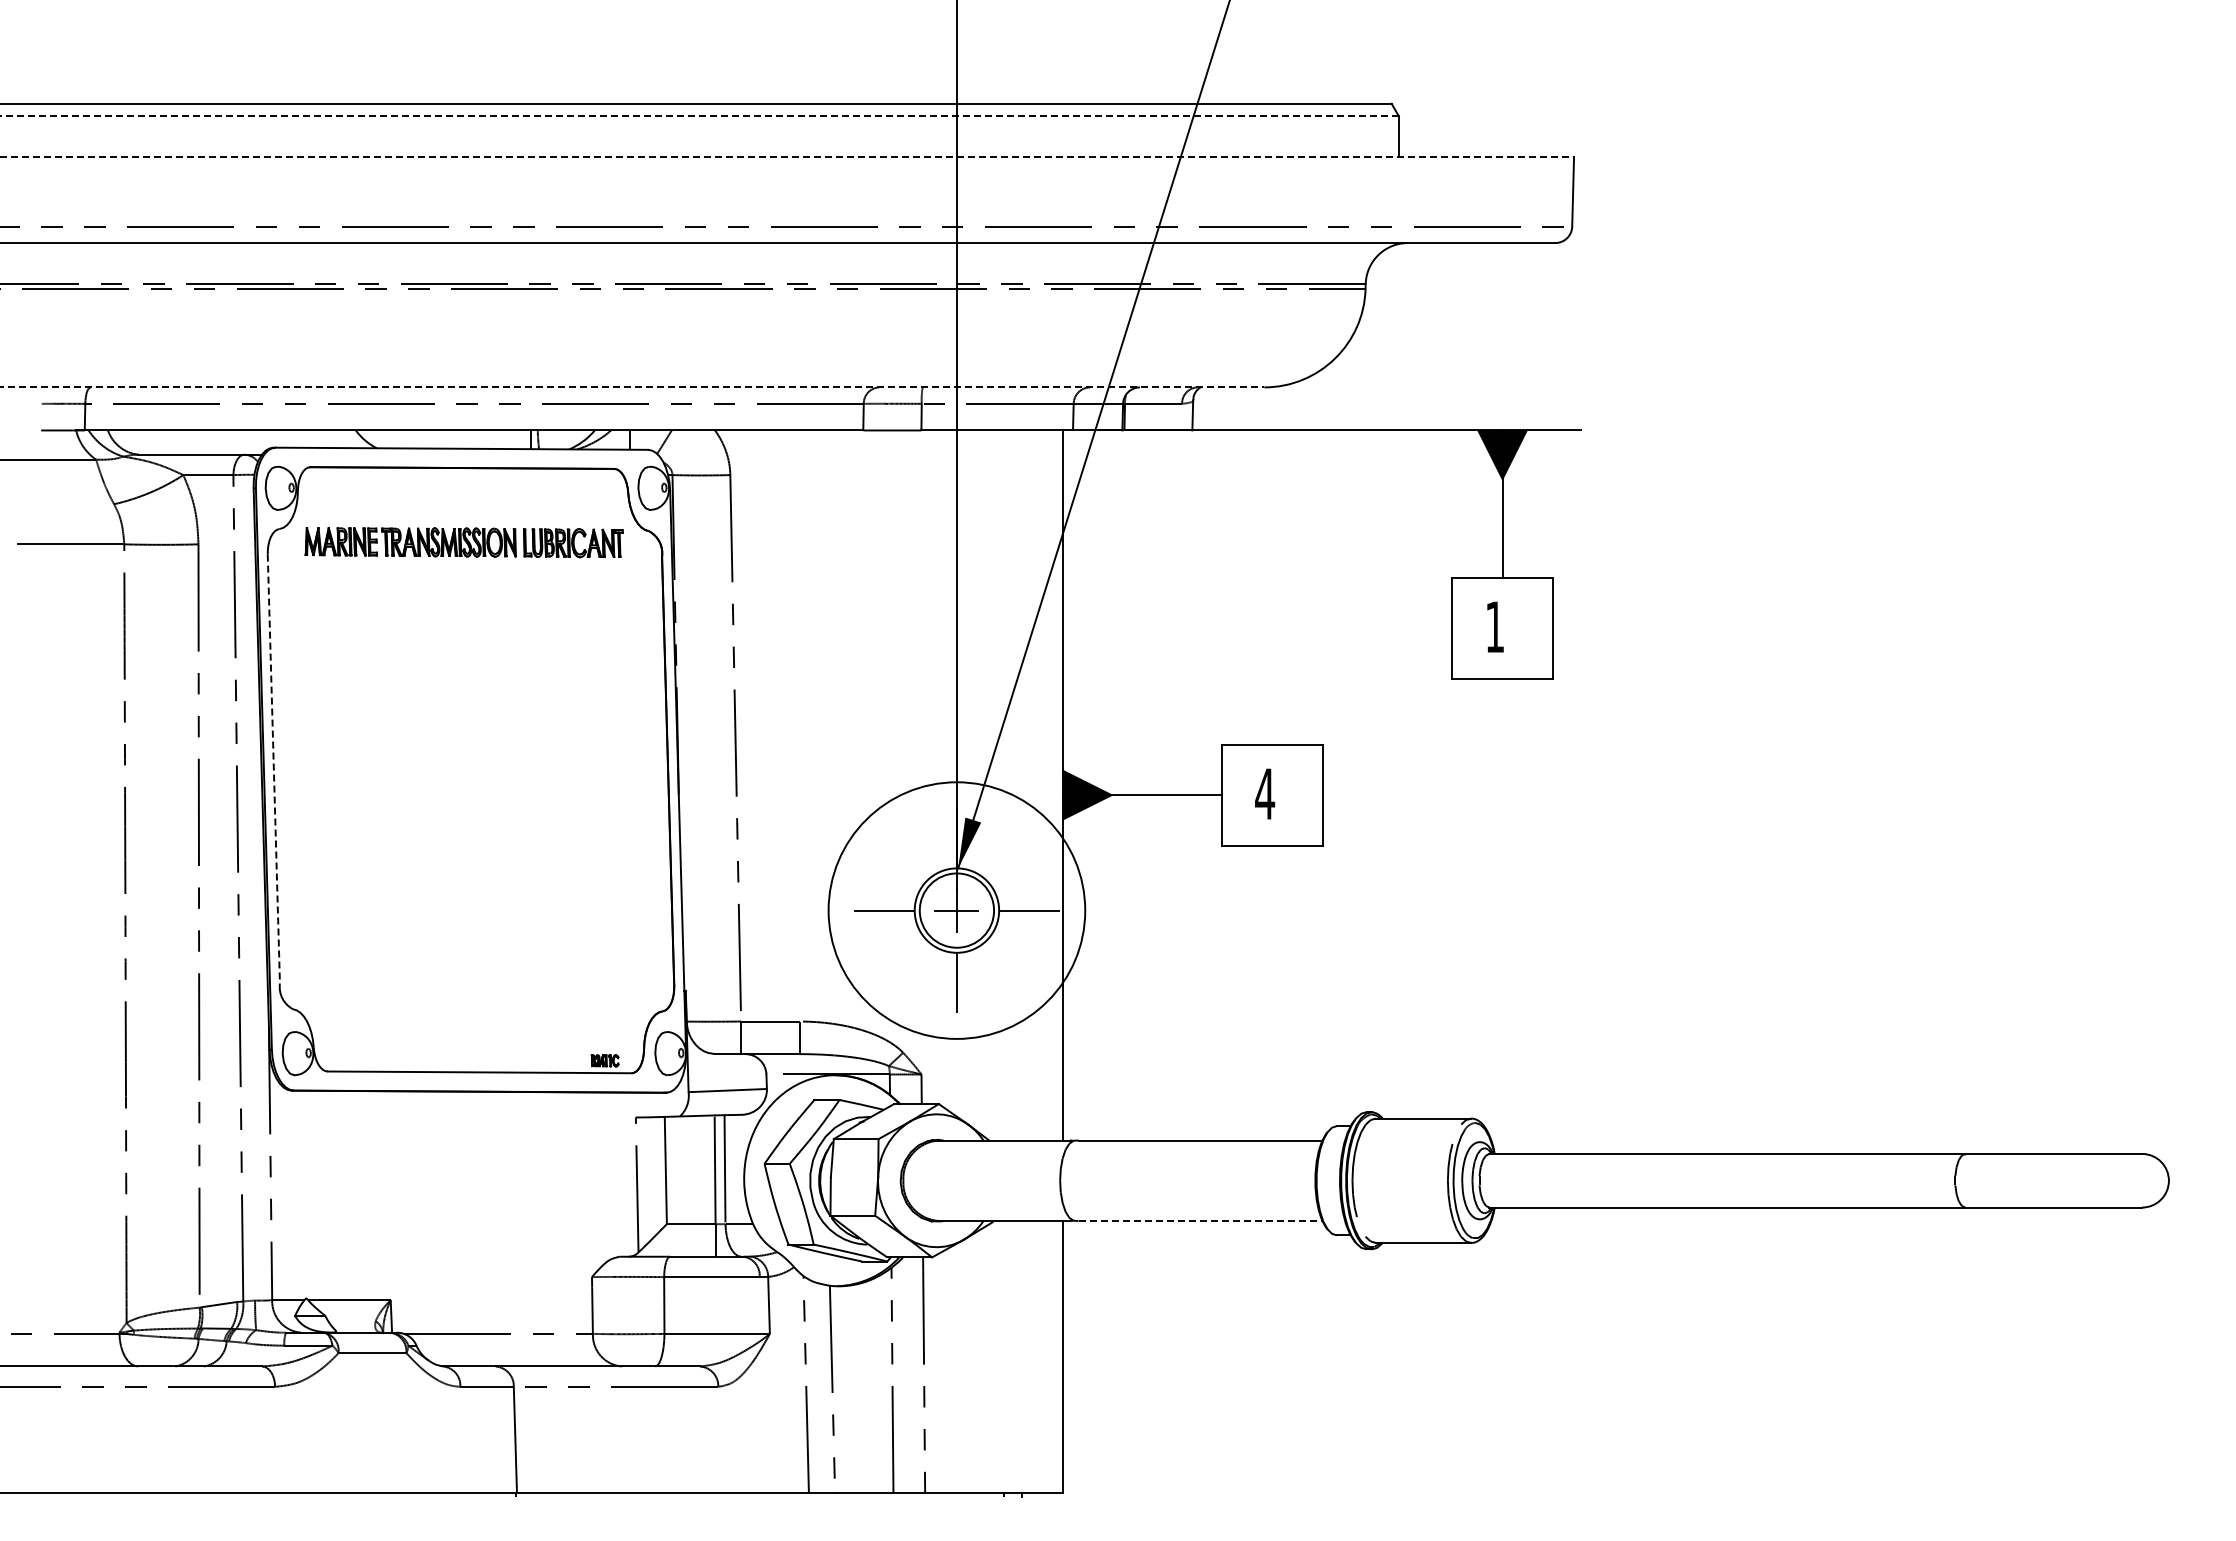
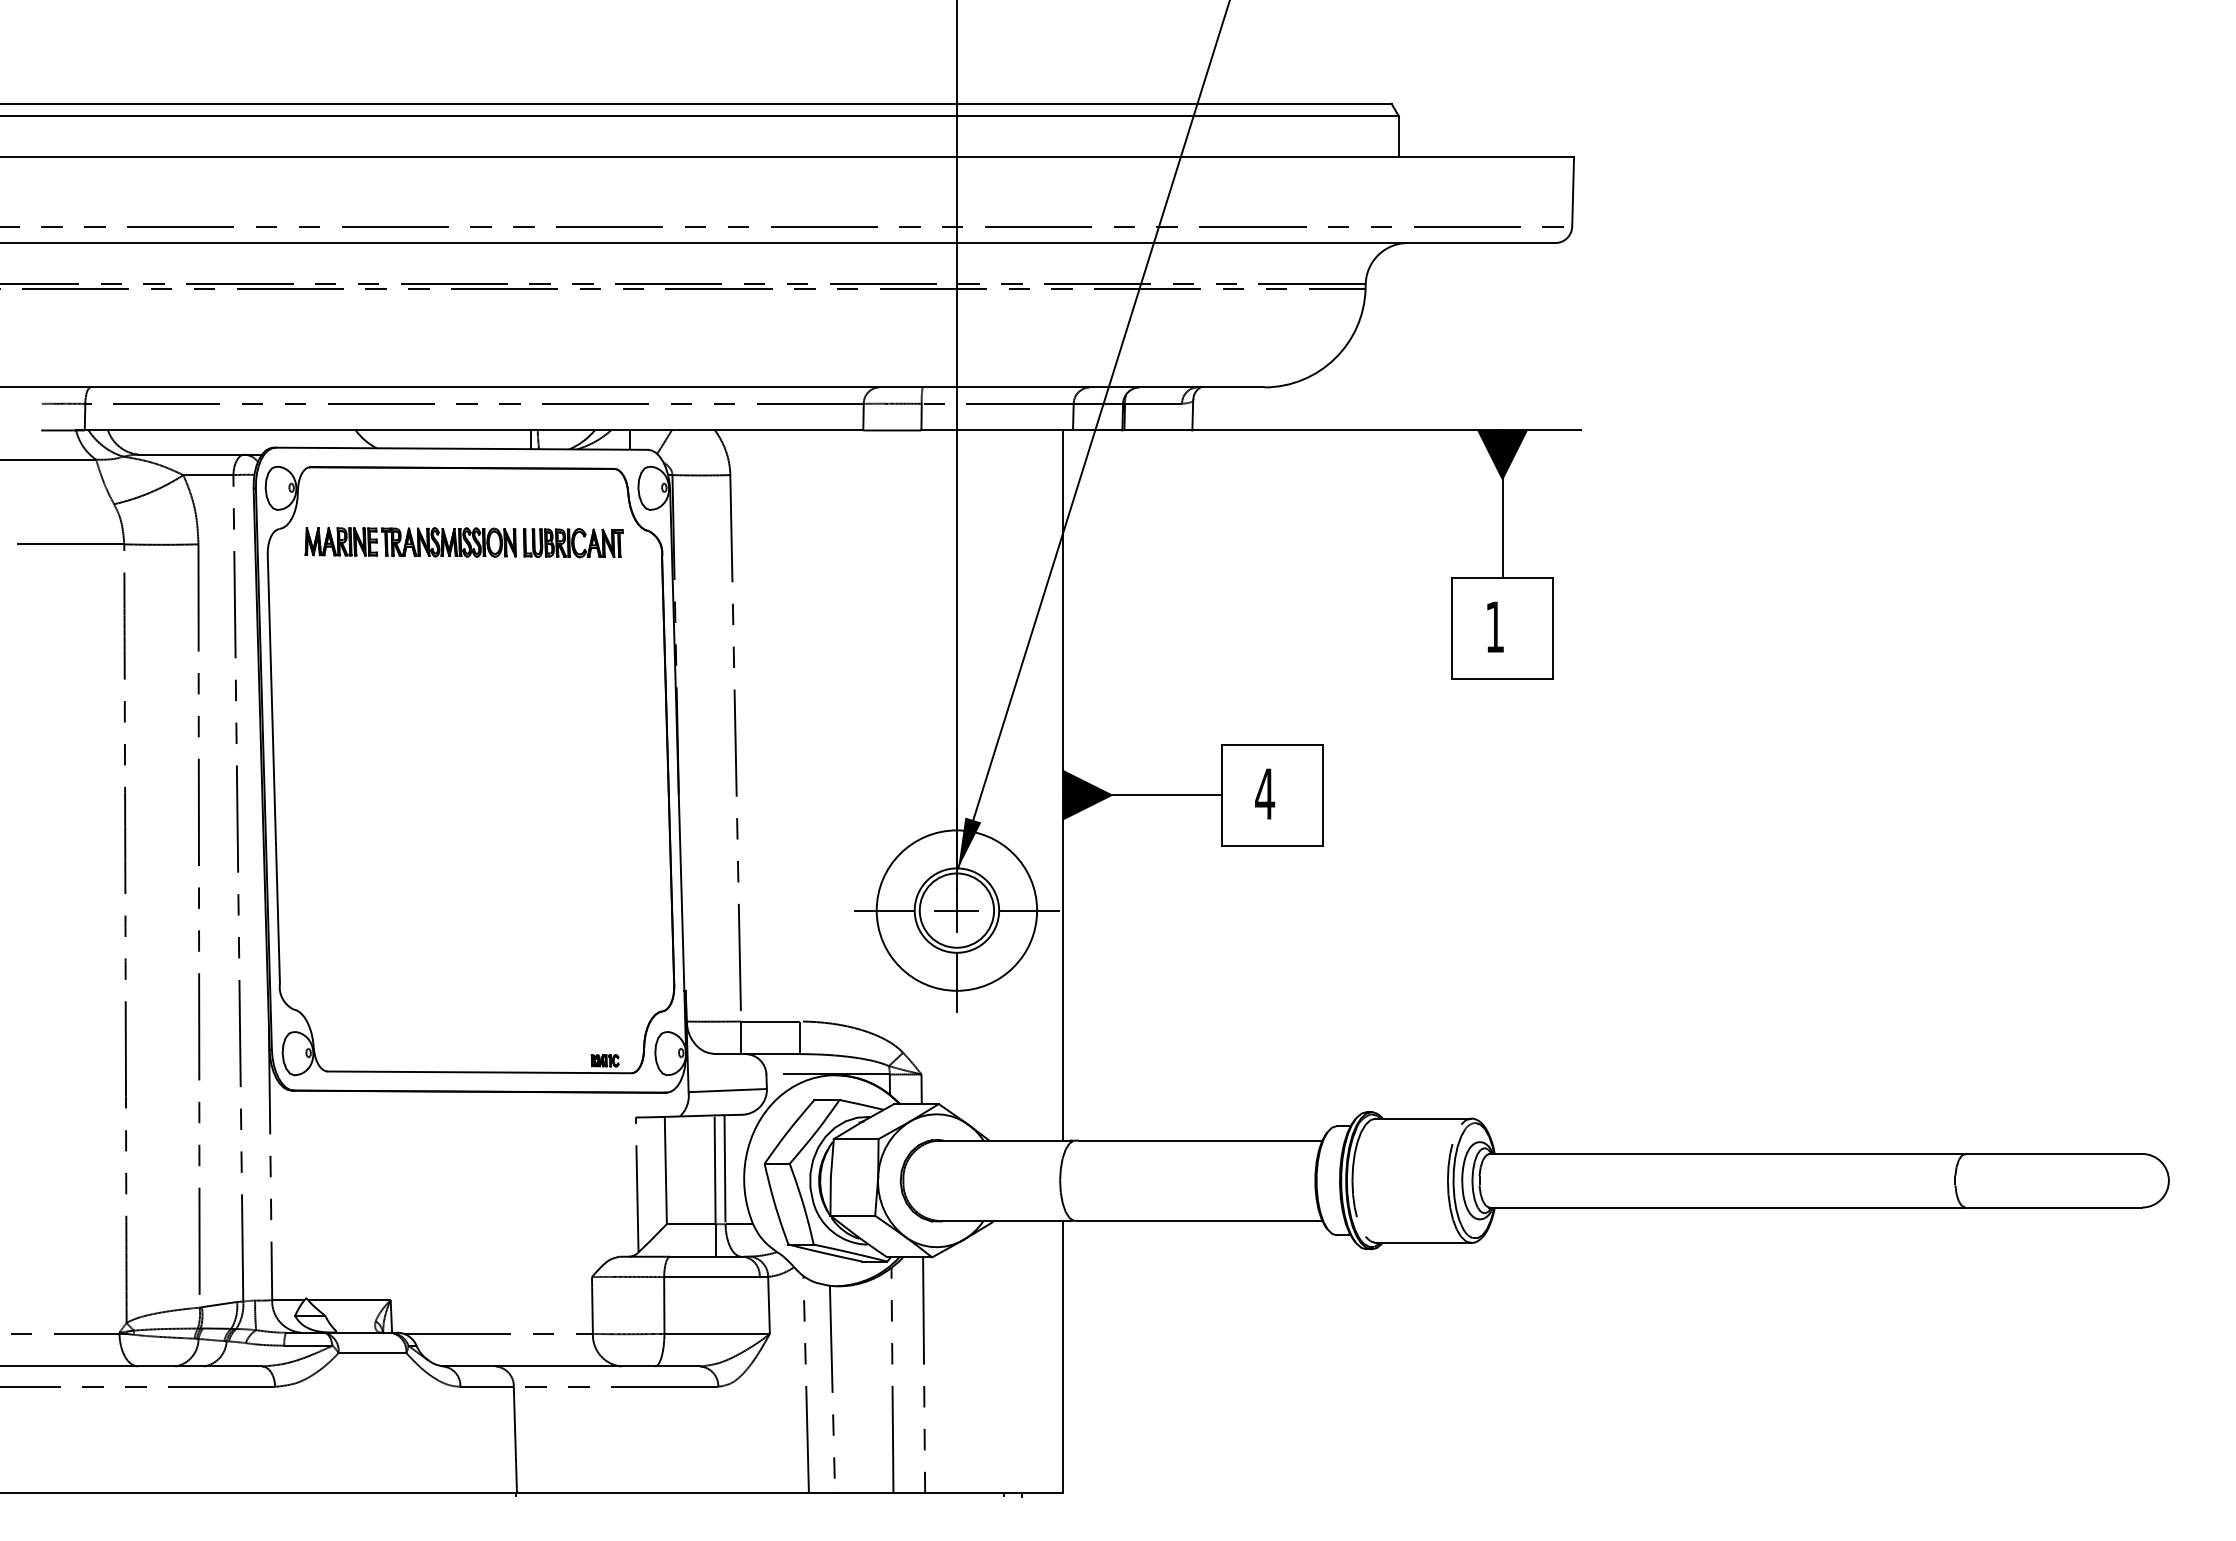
line at (699, 116): dashed -> solid
line at (787, 156): dashed -> solid
line at (632, 387): dashed -> solid
line at (273, 769): dashed -> solid
circle at (956, 910) diameter: 257 px -> 160 px
line at (1200, 1221): dashed -> solid
